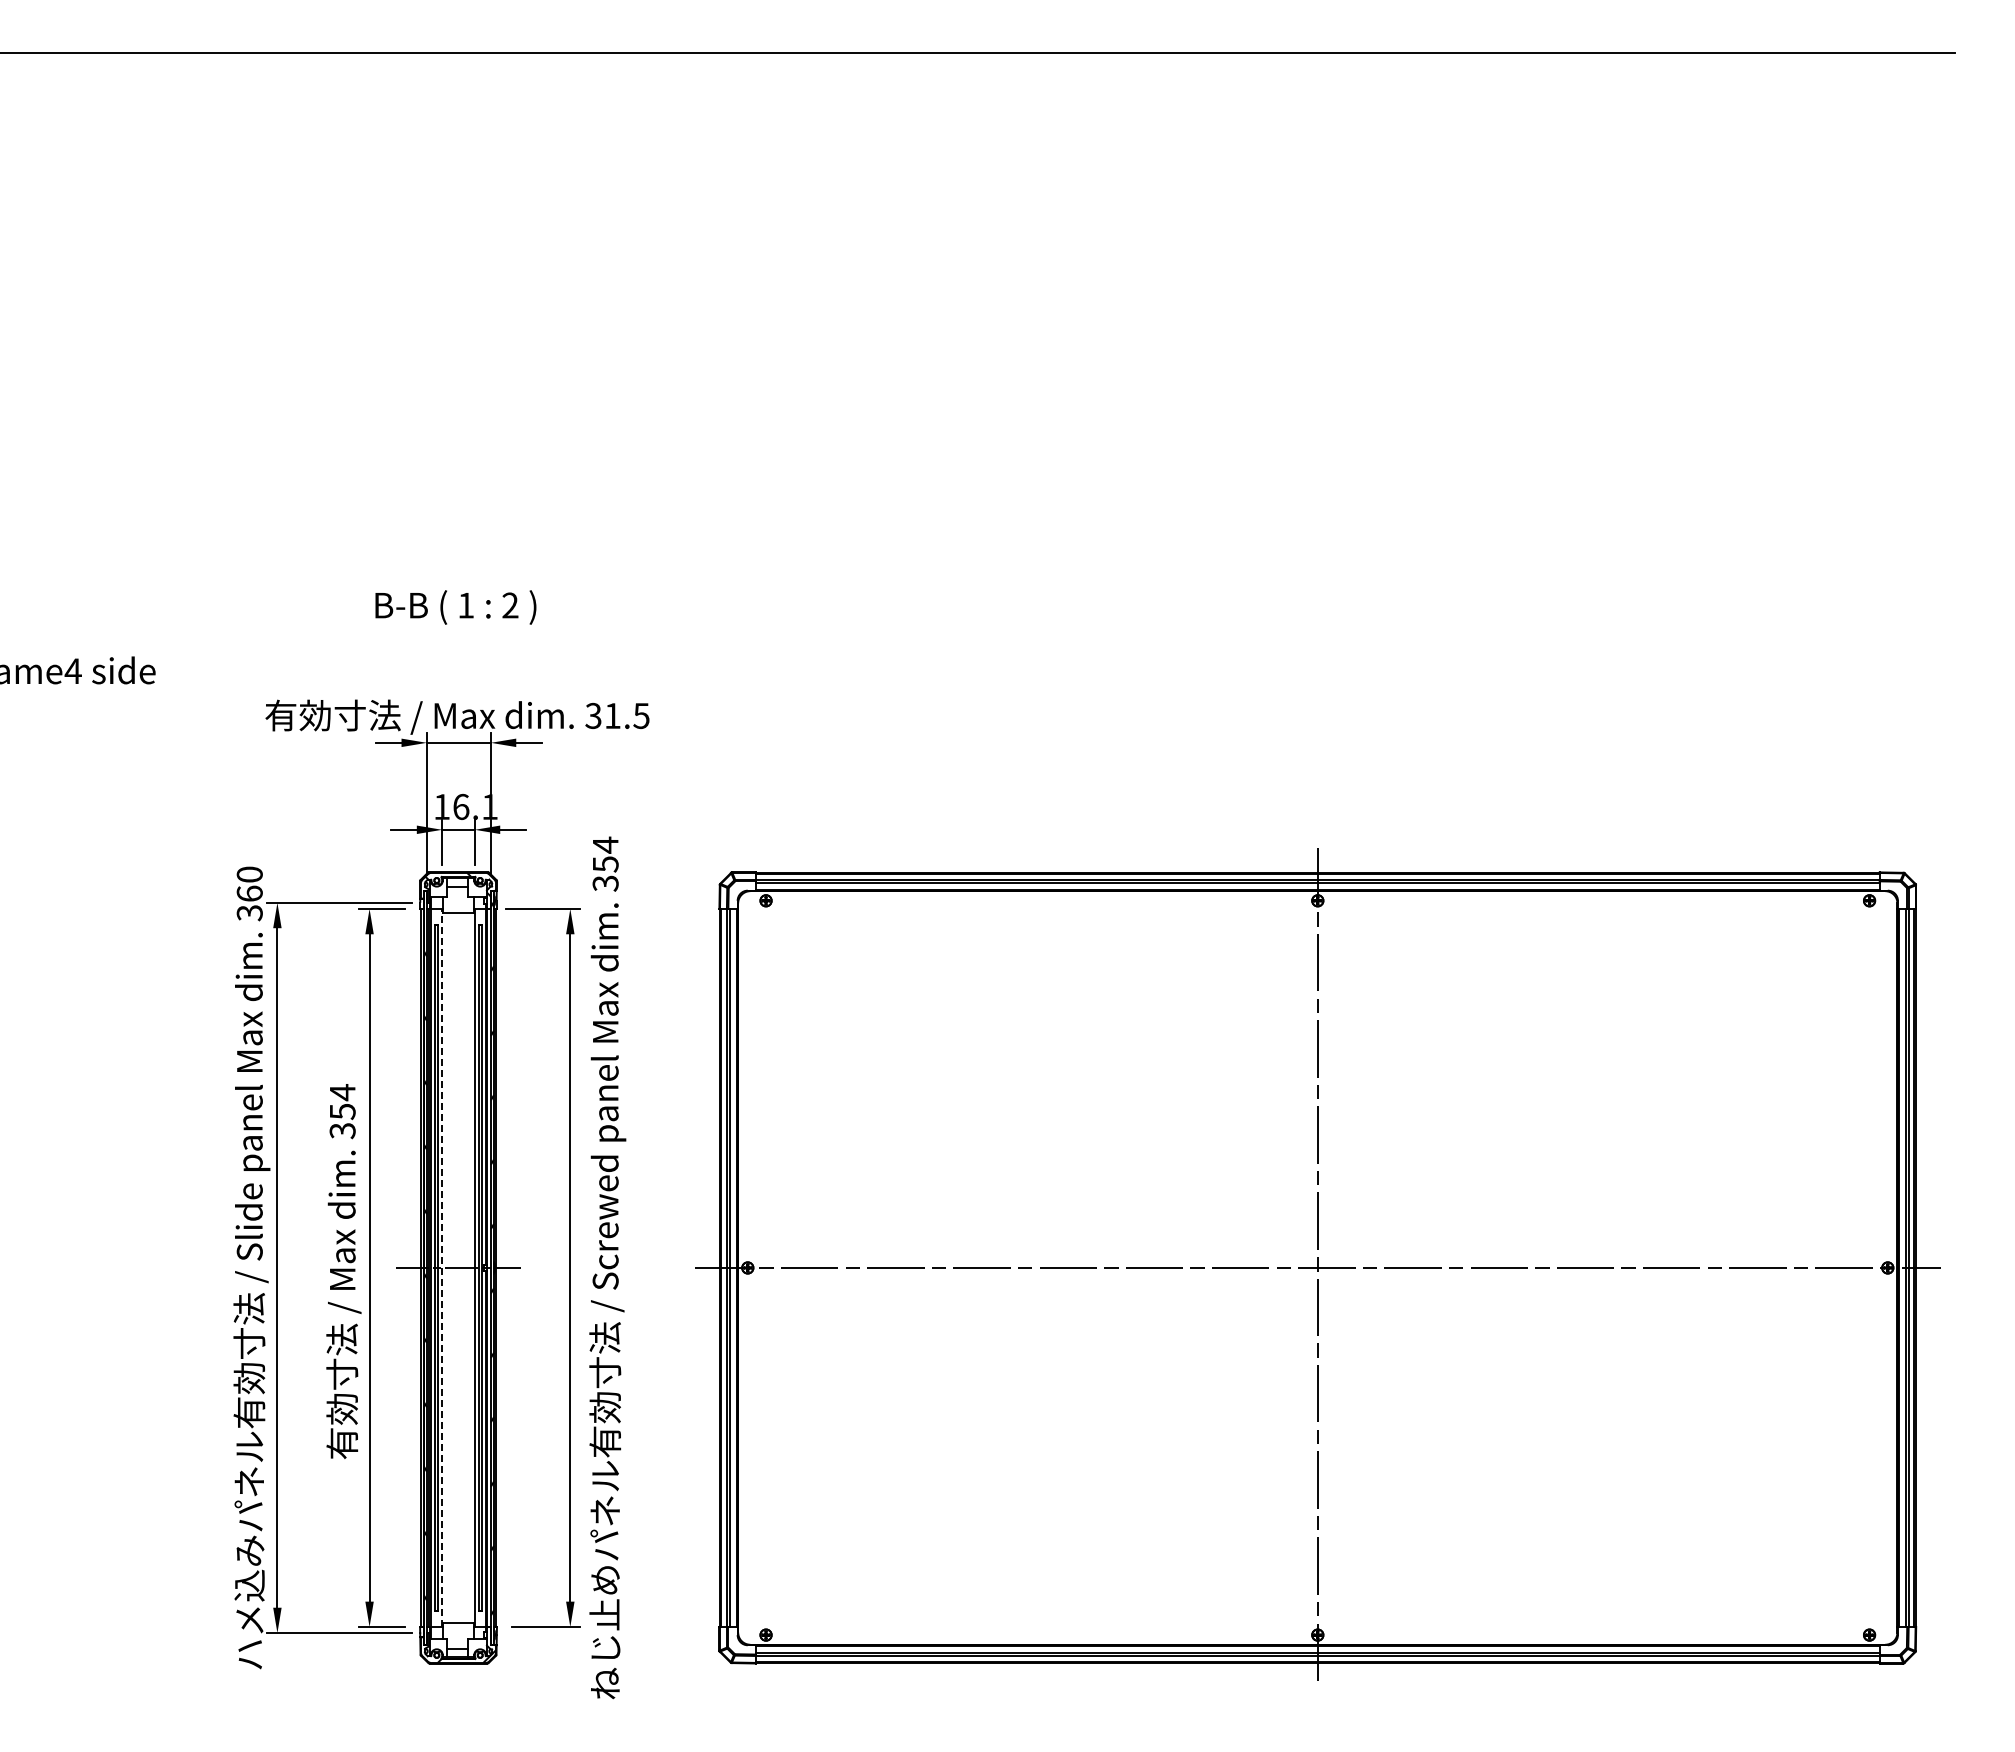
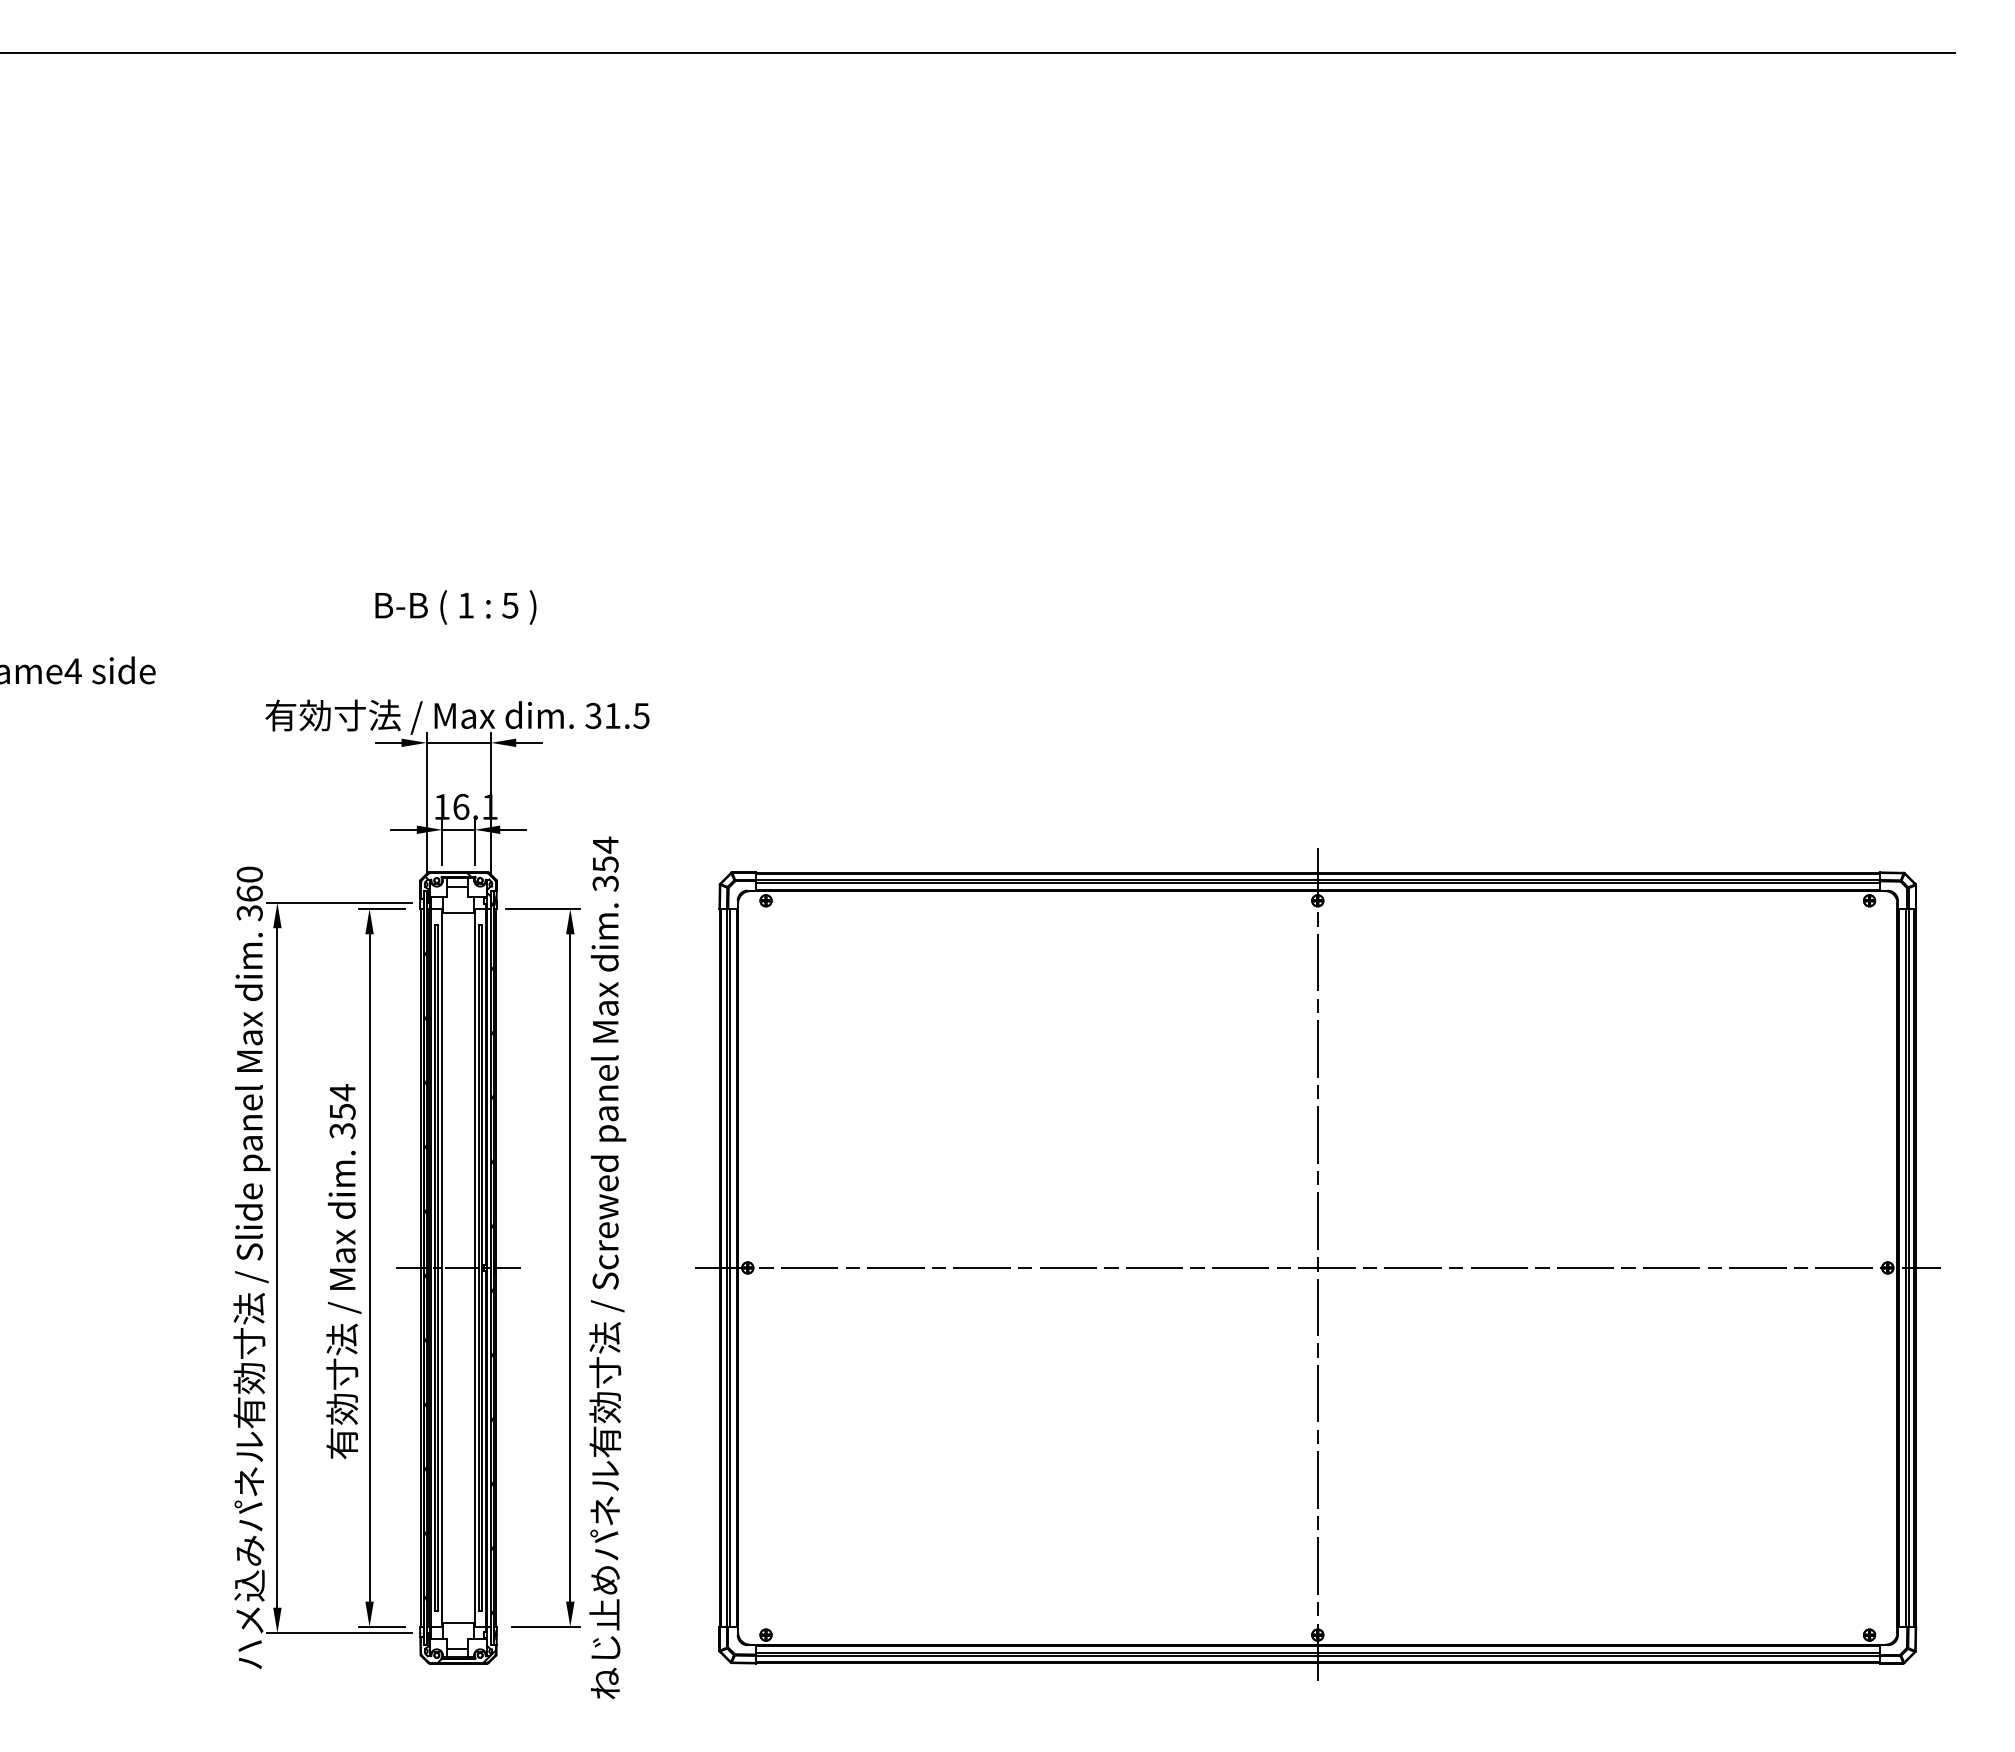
text at (510, 605): 2 -> 5
line at (442, 1267): dashed -> solid
